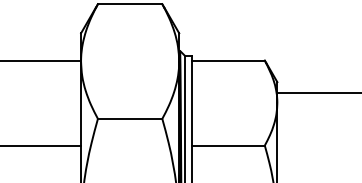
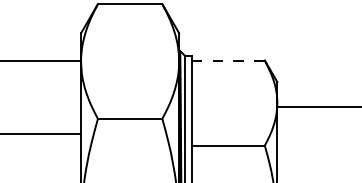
line at (228, 60): solid -> dashed
line at (317, 93) position: (317, 93) -> (317, 107)
line at (41, 145) position: (41, 145) -> (41, 133)
